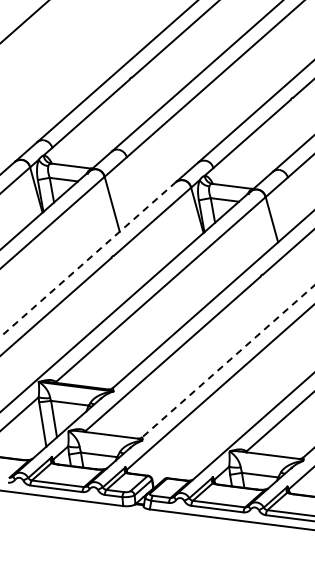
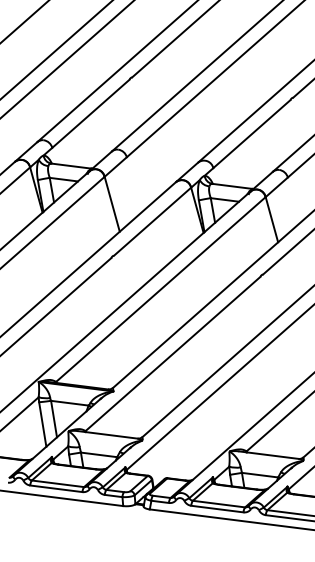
line at (56, 49): none -> present
line at (66, 59): none -> present
line at (87, 259): dashed -> solid
line at (228, 361): dashed -> solid
